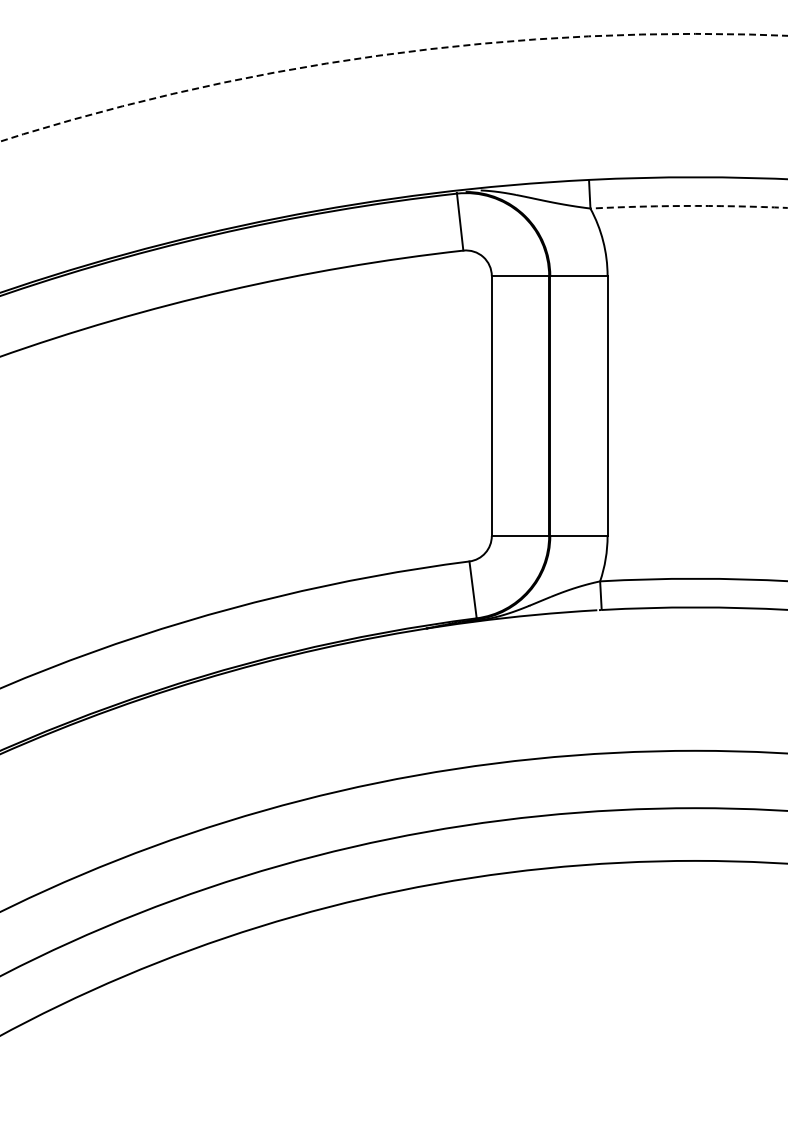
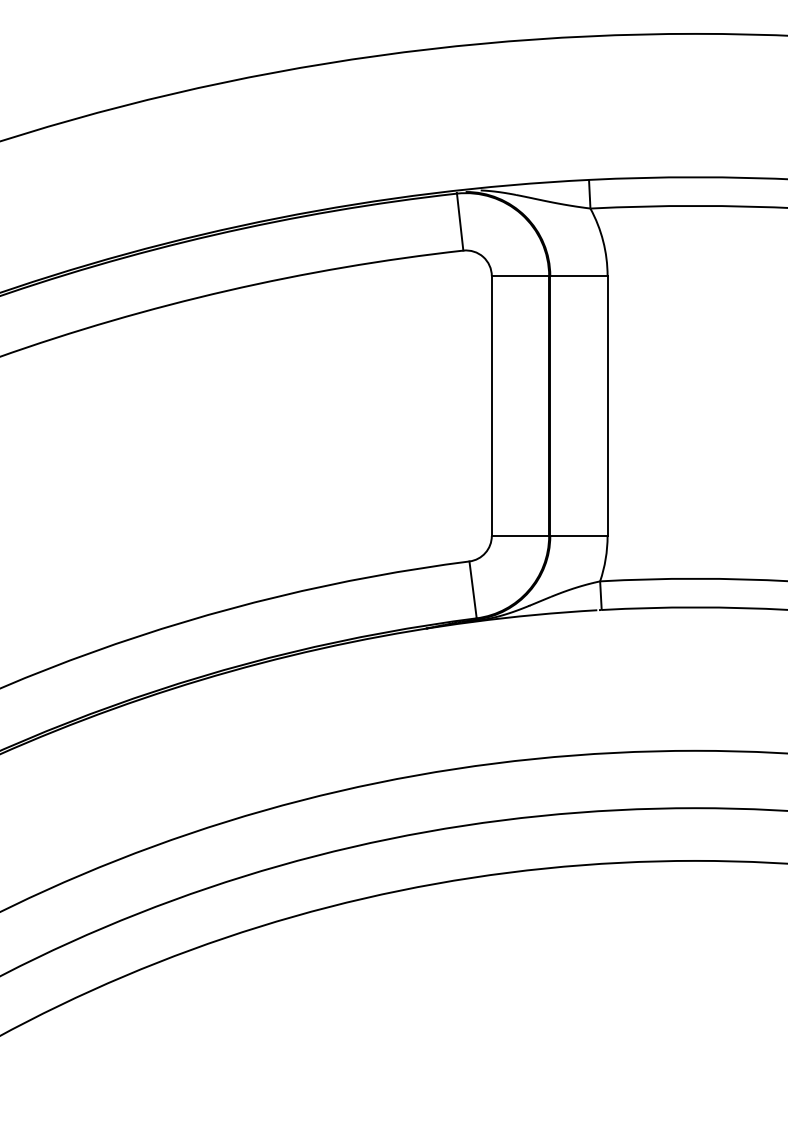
arc at (388, 54): dashed -> solid
arc at (688, 206): dashed -> solid
